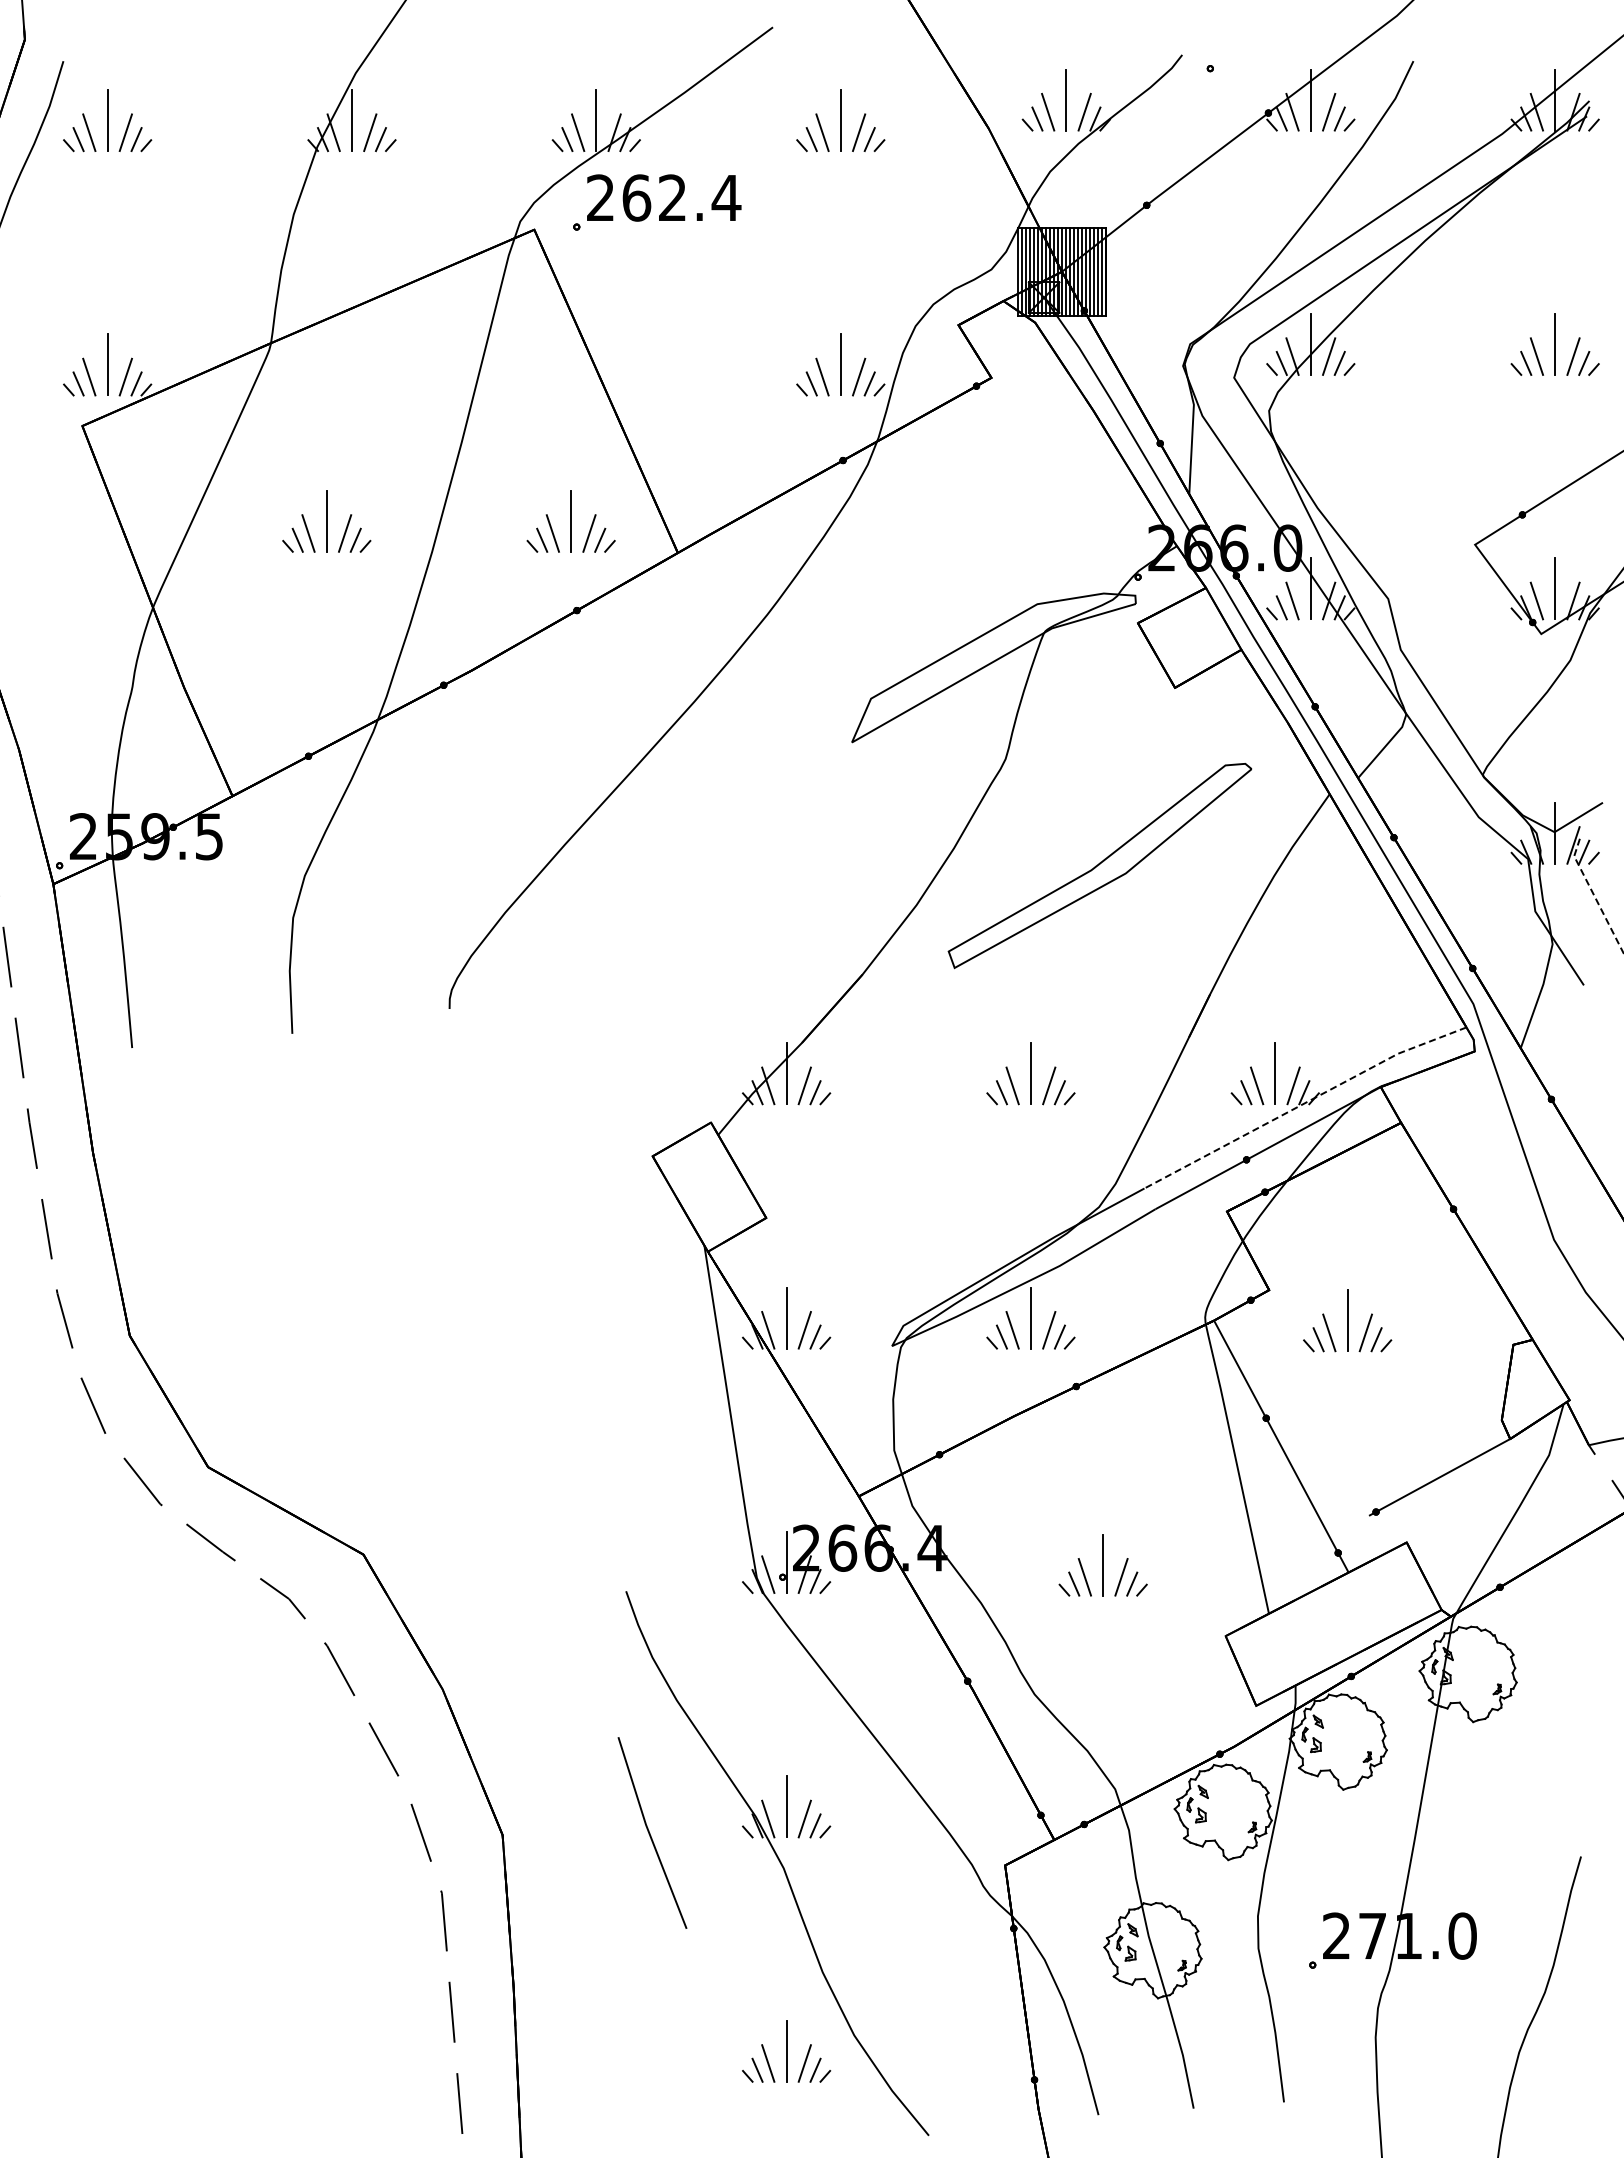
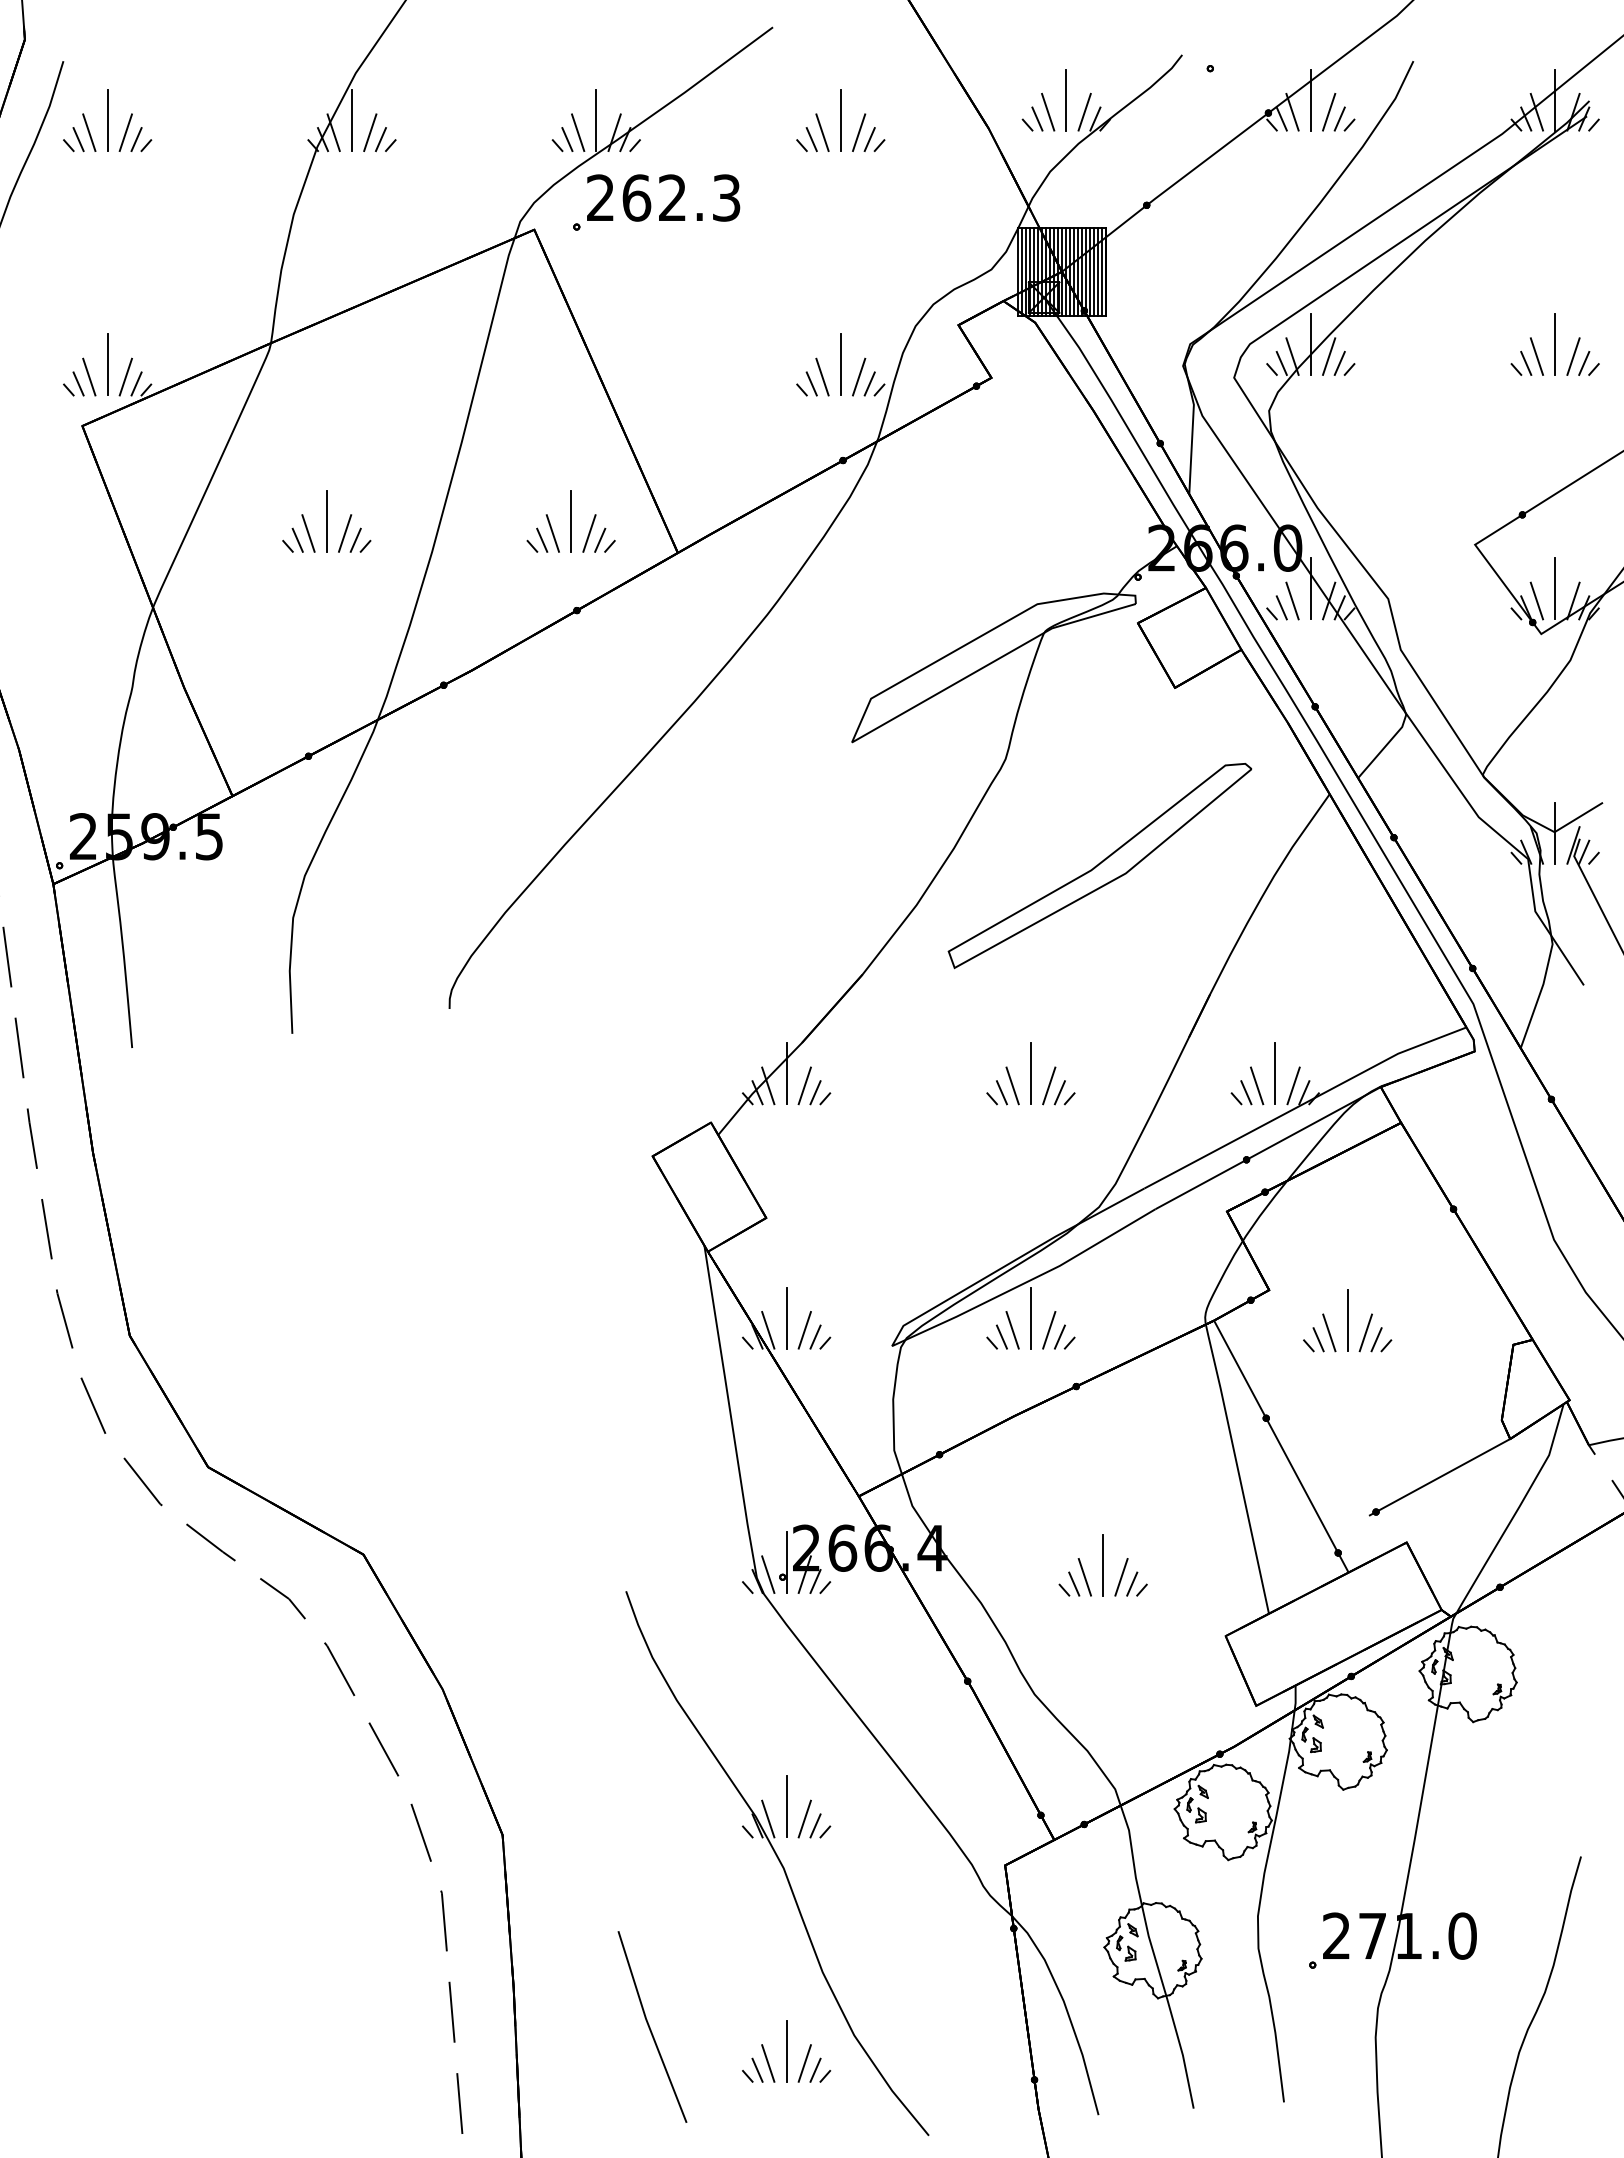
text at (726, 197): 262.4 -> 262.3
line at (1594, 896): dashed -> solid
line at (1303, 1103): dashed -> solid
line at (650, 1833) position: (650, 1833) -> (650, 2027)
